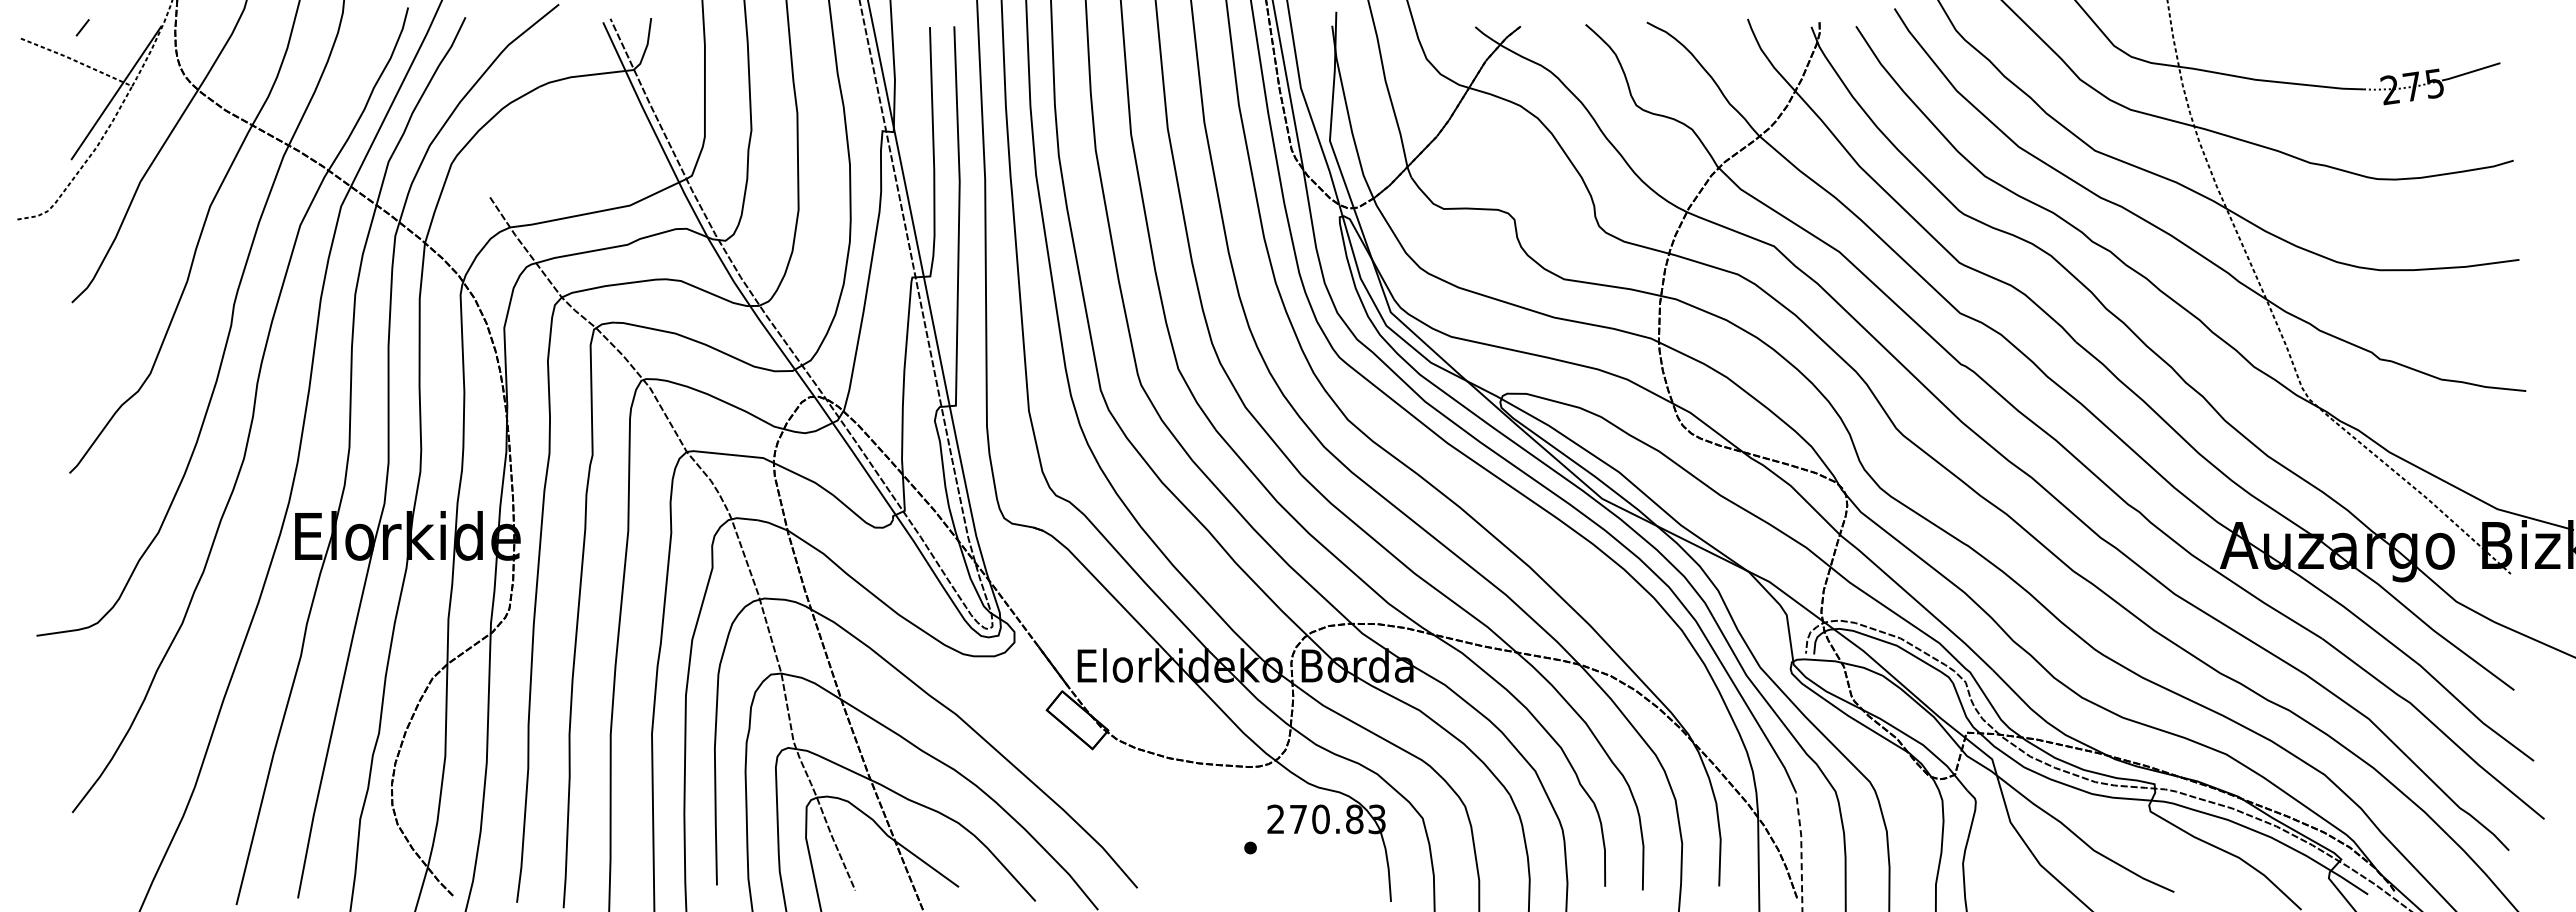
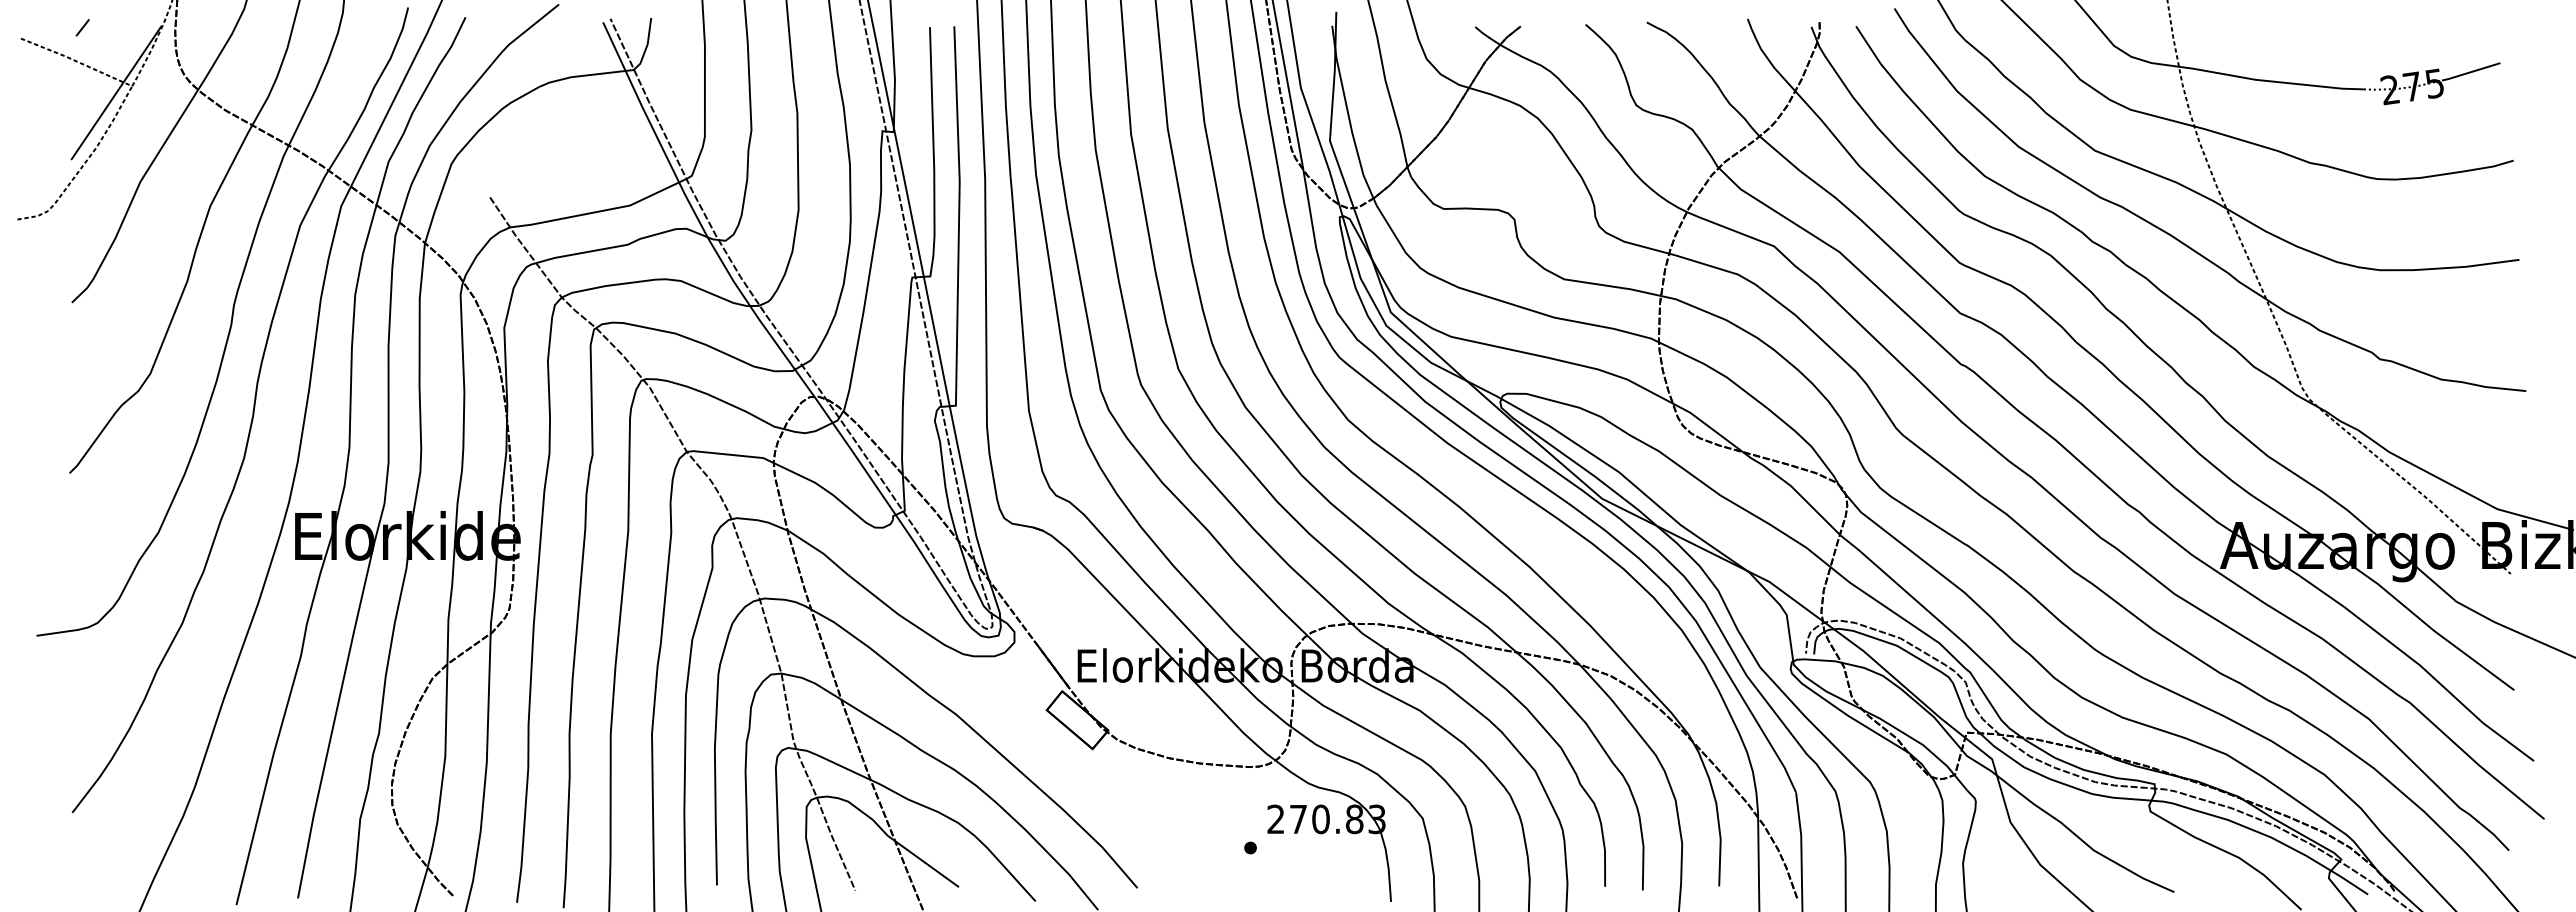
line at (1801, 850): dashed -> solid
